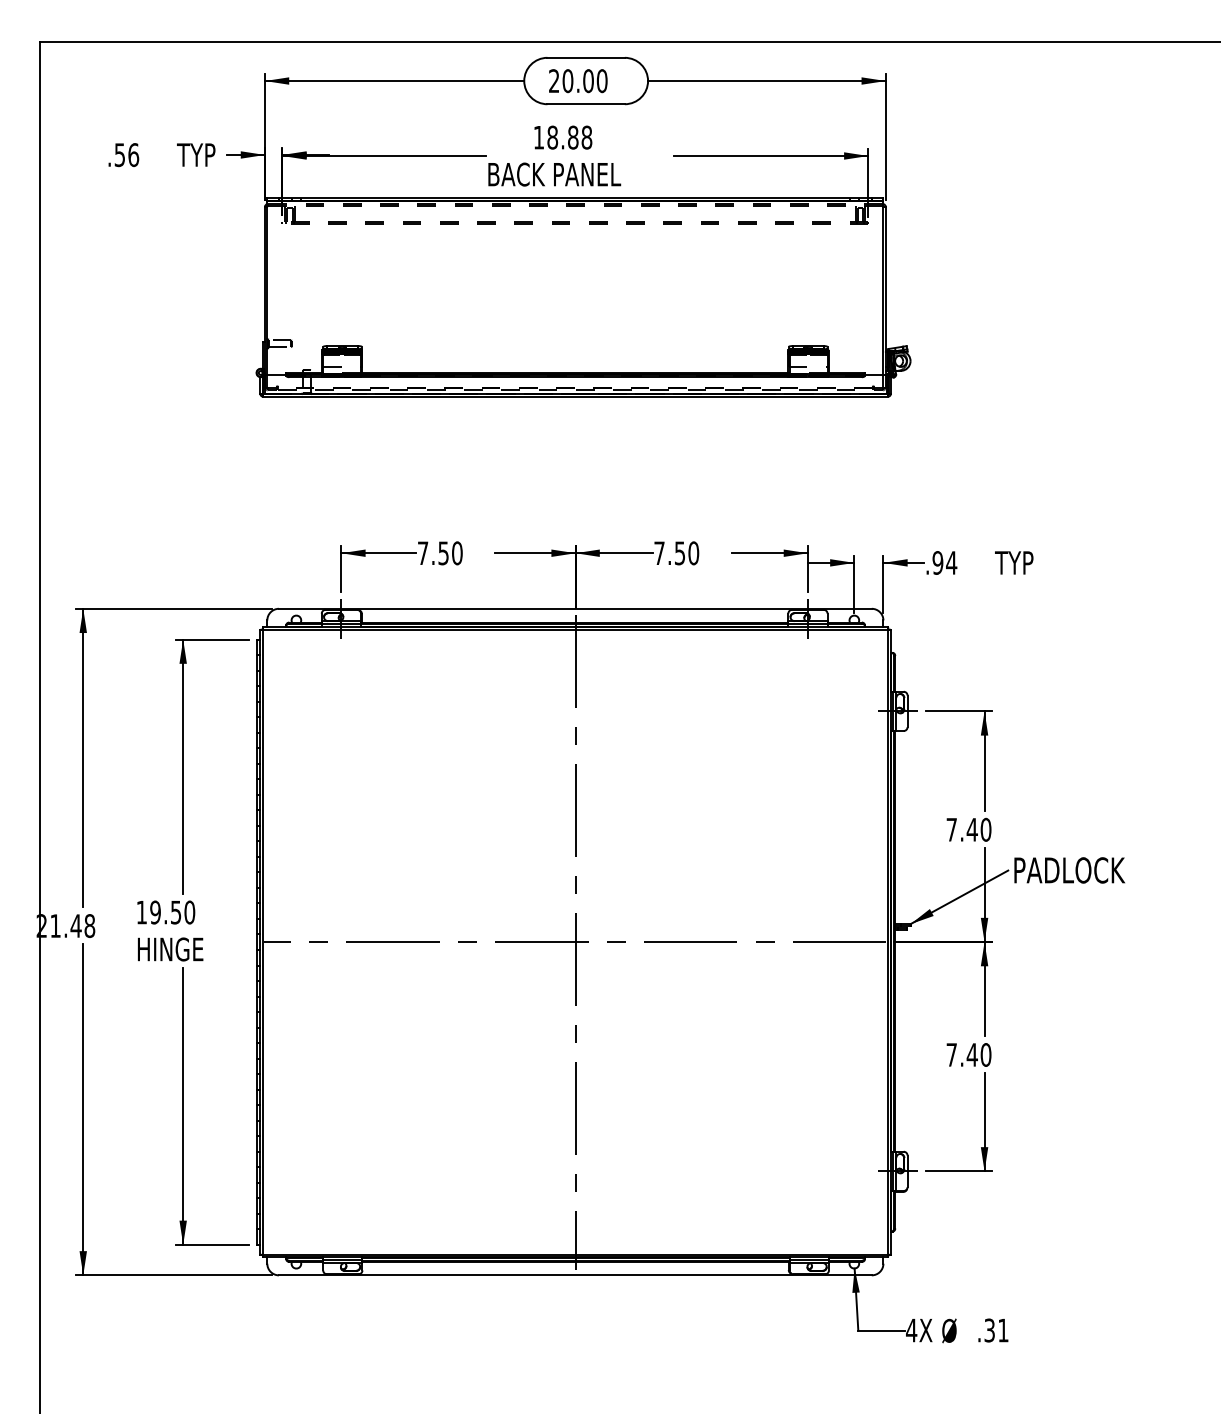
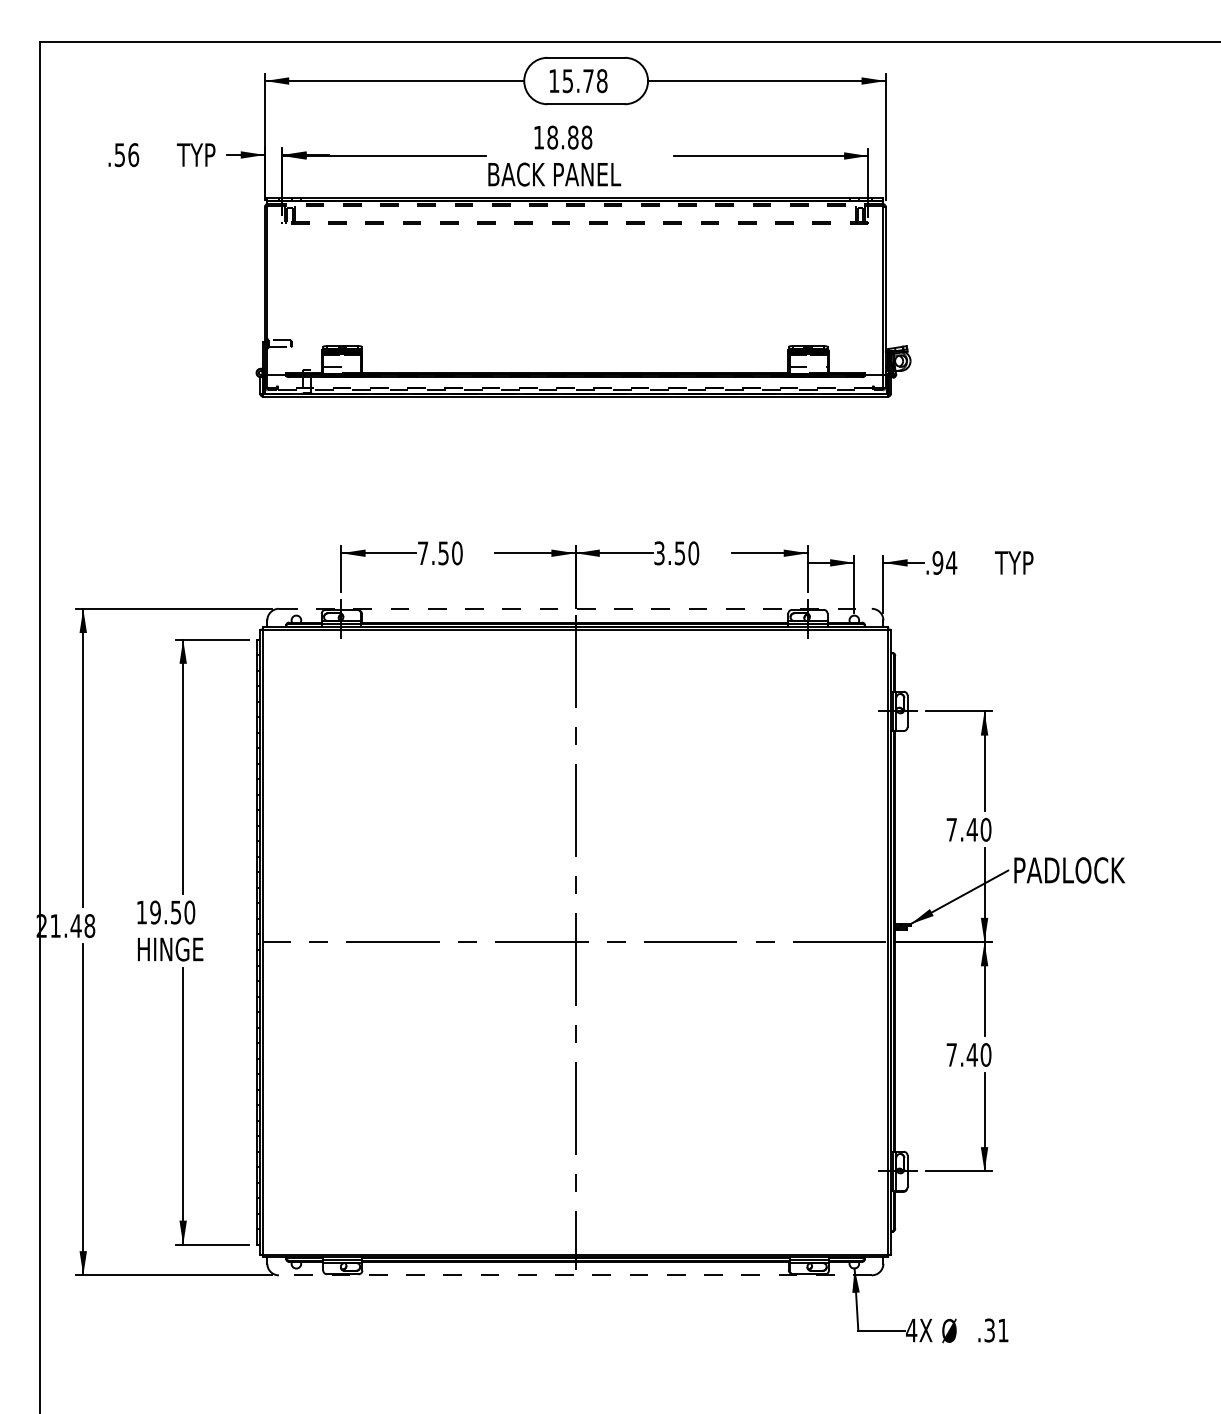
text at (578, 81): 20.00 -> 15.78
text at (659, 553): 7.50 -> 3.50
line at (575, 608): solid -> dashed
line at (574, 1275): solid -> dashed
